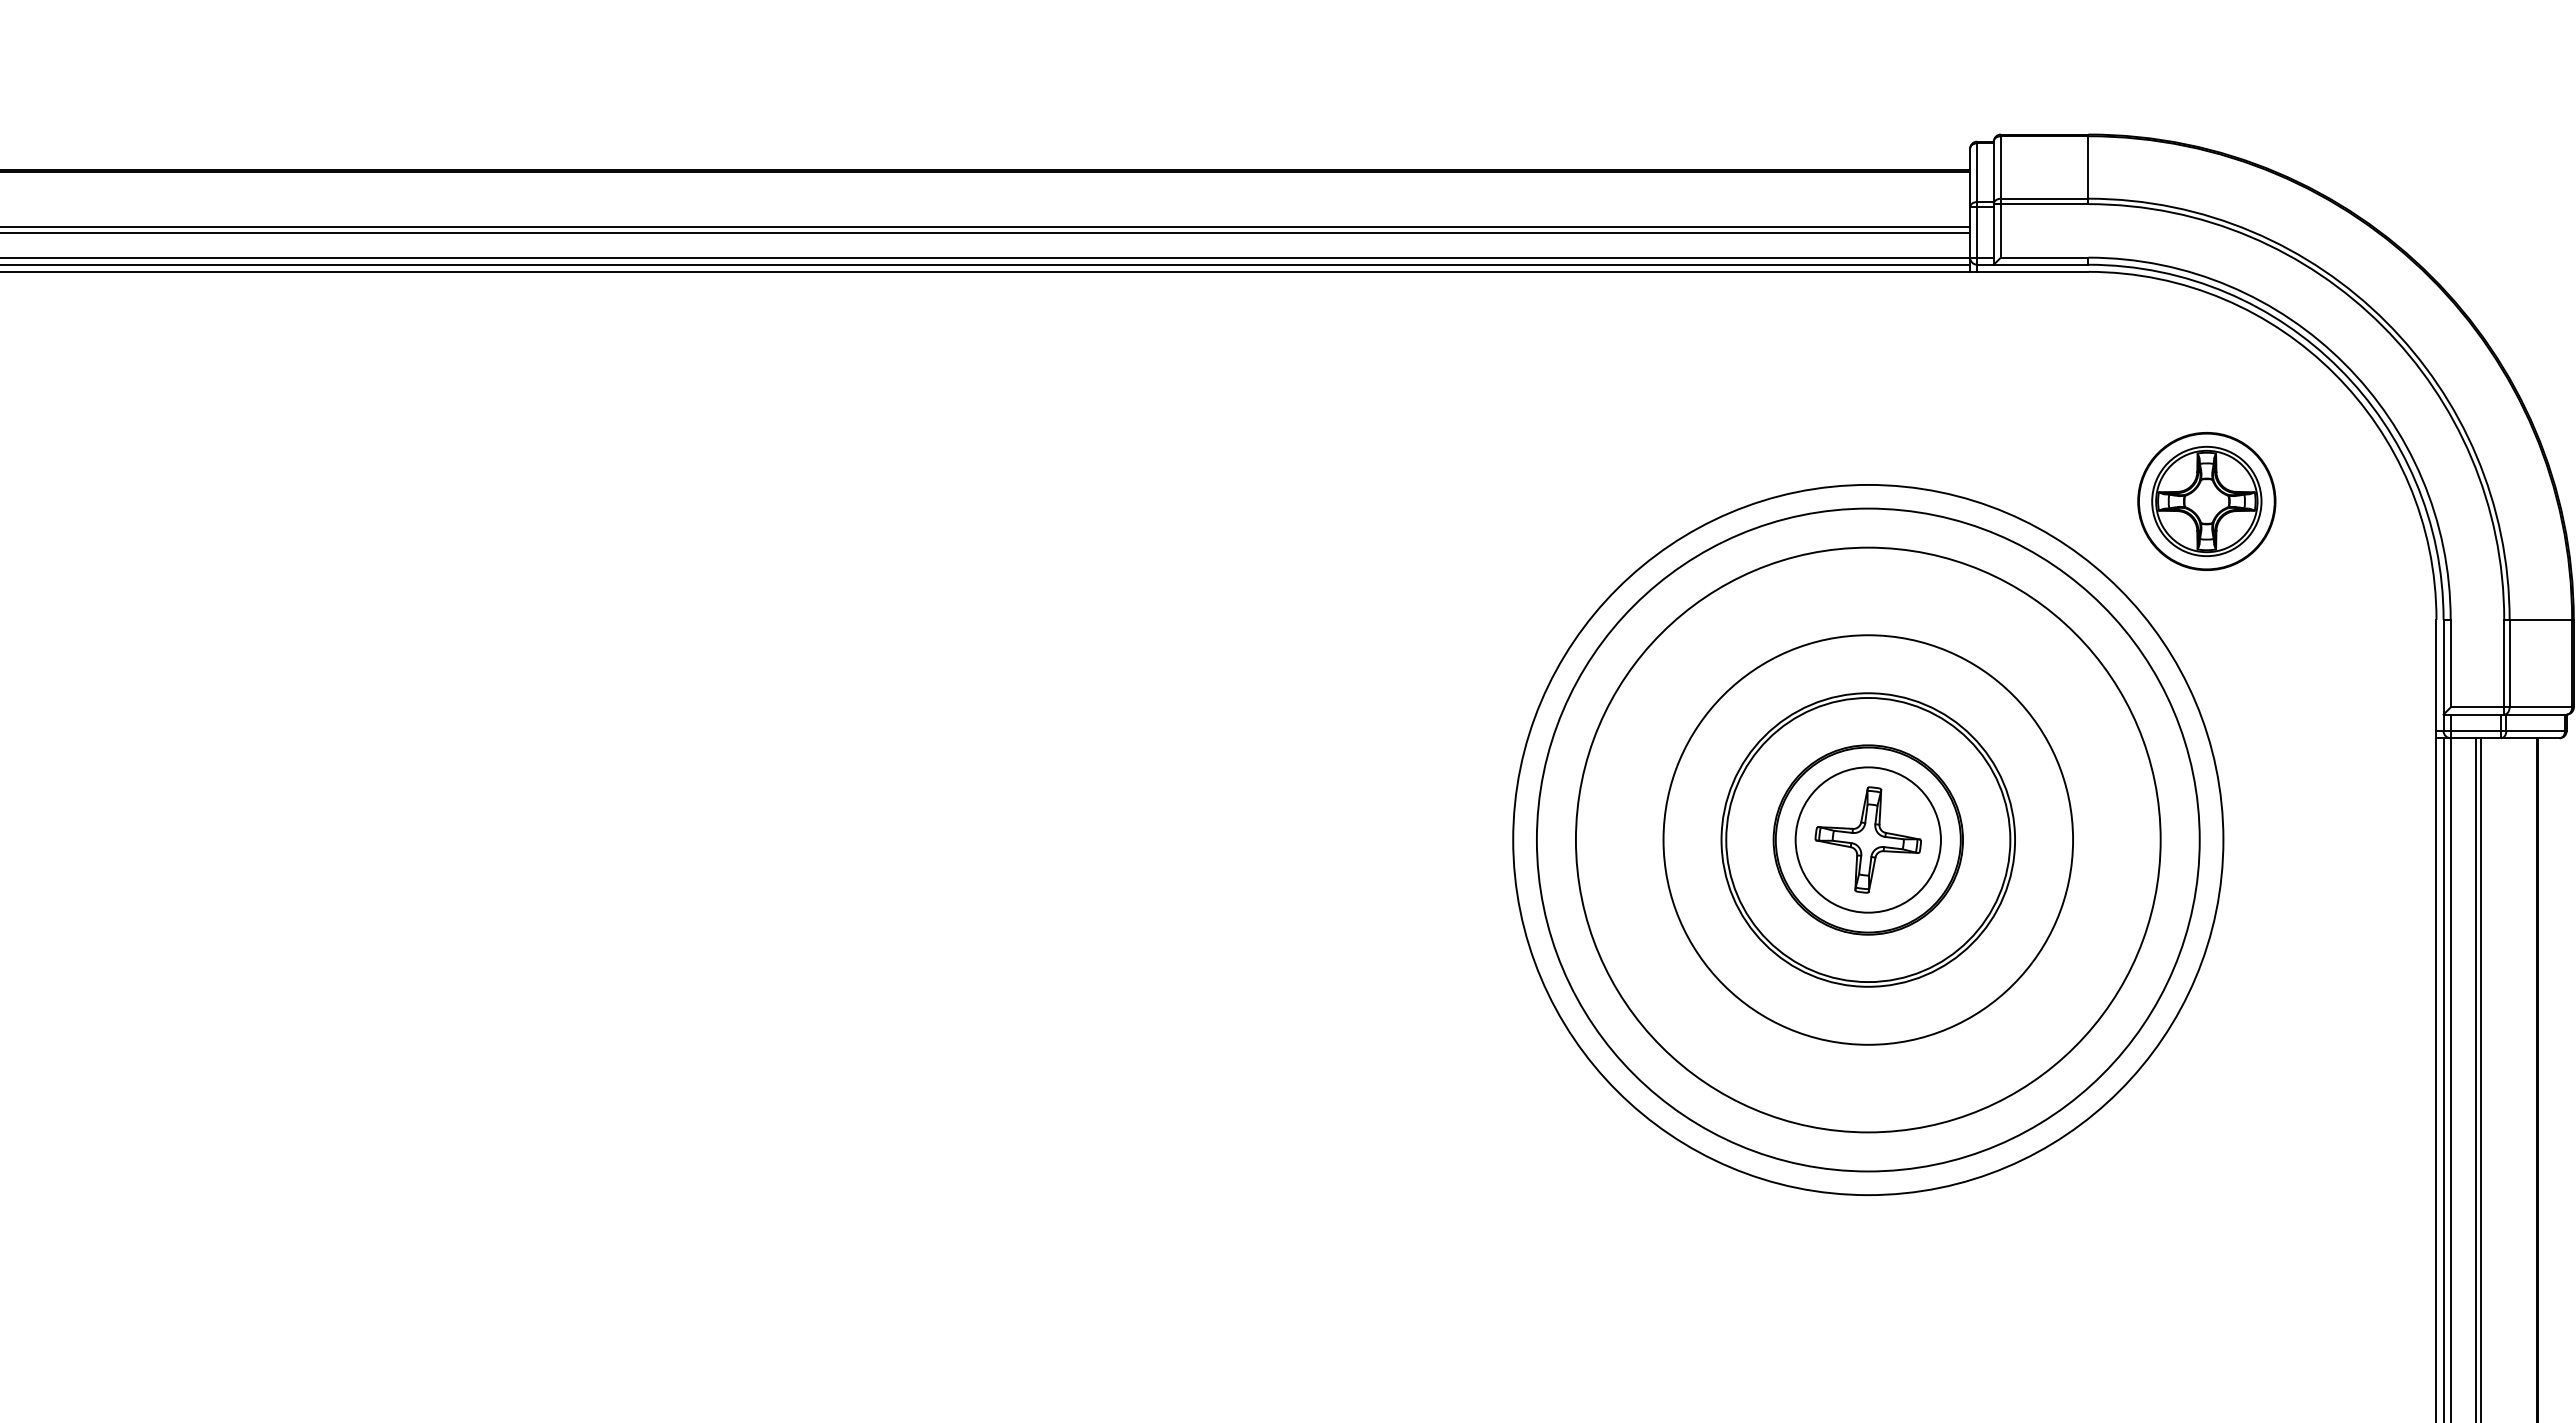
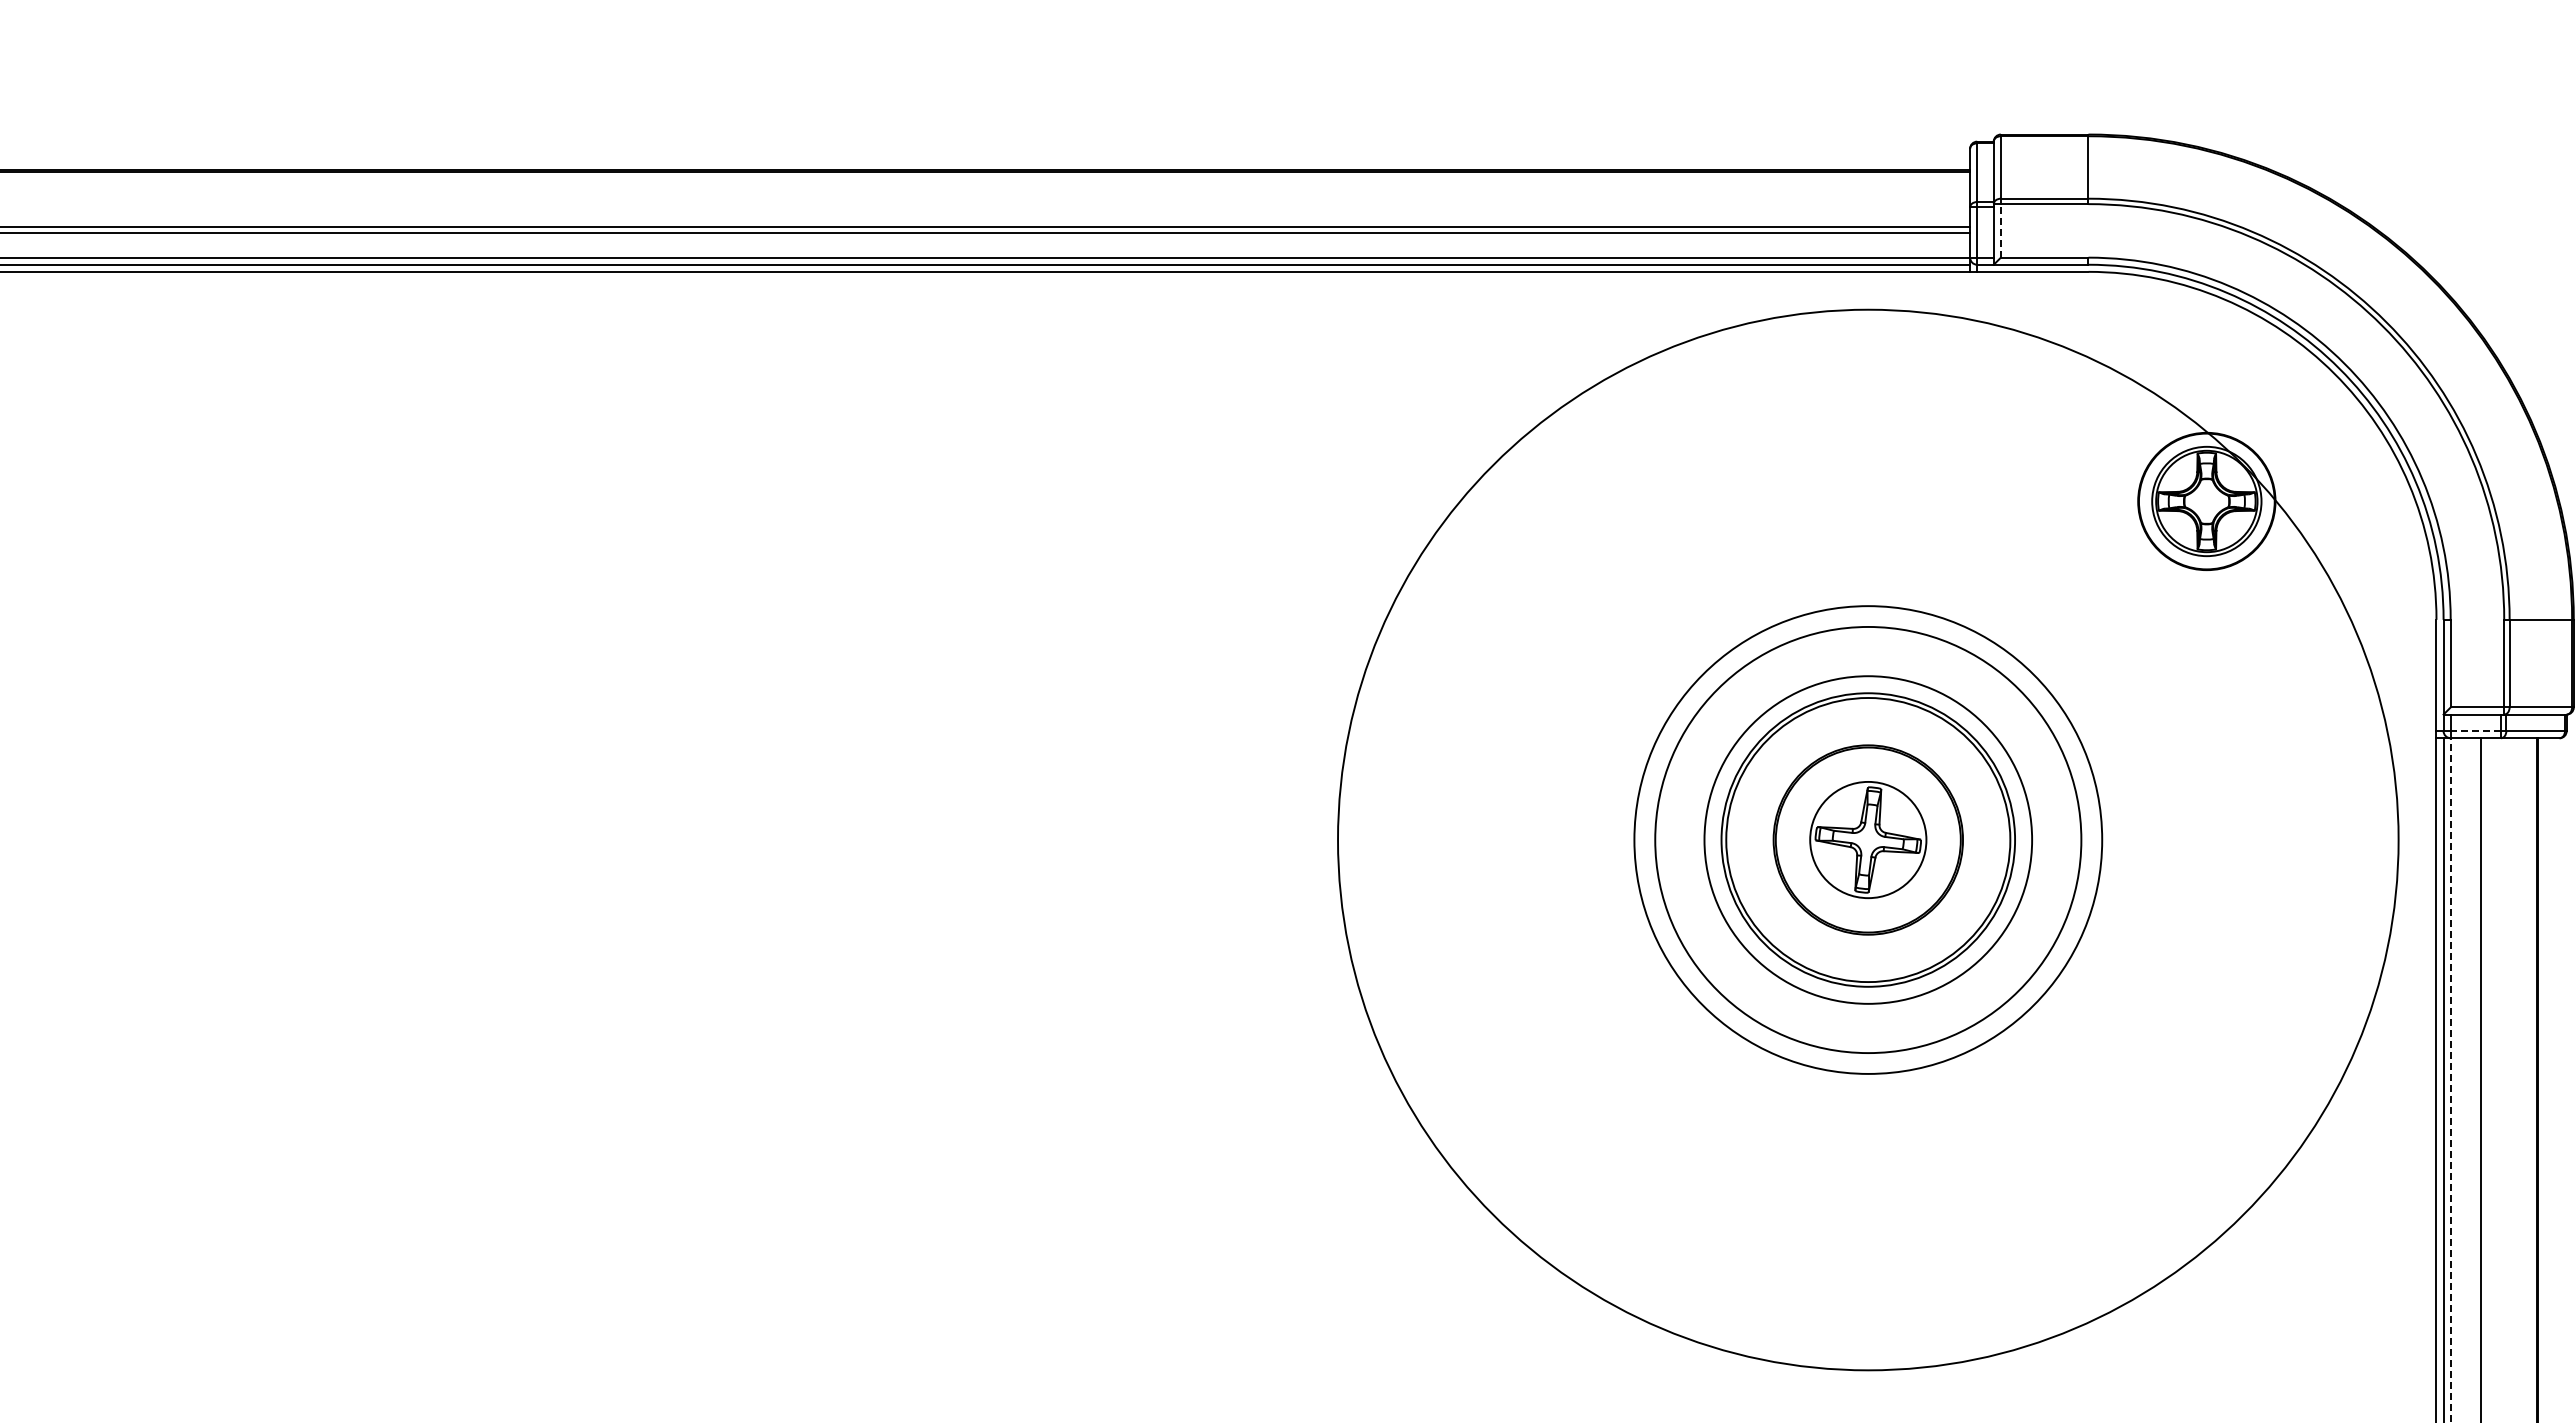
line at (2000, 230): solid -> dashed
line at (2475, 731): solid -> dashed
circle at (1867, 839) diameter: 145 px -> 116 px
circle at (1867, 839) diameter: 585 px -> 468 px
circle at (1867, 839) diameter: 663 px -> 1061 px
circle at (1868, 839) diameter: 410 px -> 328 px
circle at (1868, 839) diameter: 710 px -> 426 px
line at (2475, 1078): present -> none
line at (2450, 1079): solid -> dashed
